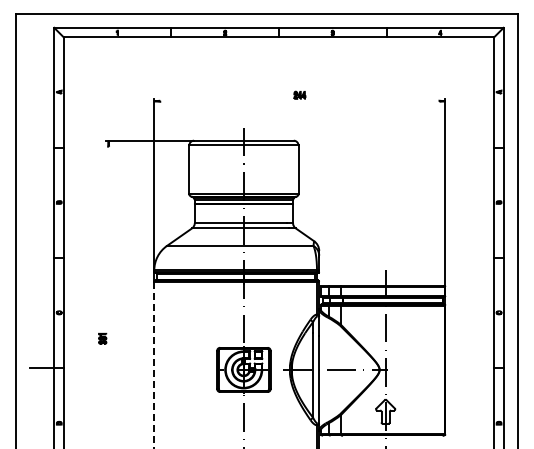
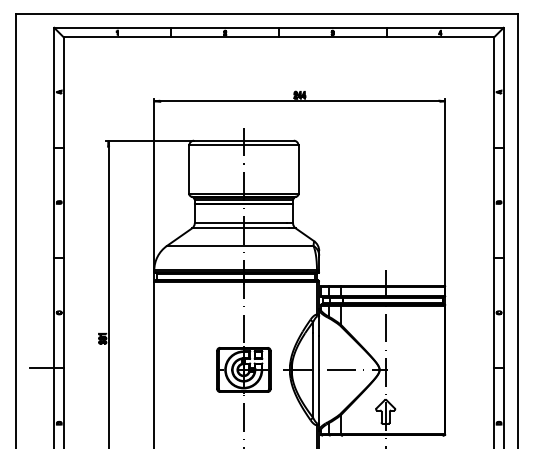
line at (299, 101): none -> present
line at (108, 295): none -> present
line at (154, 365): dashed -> solid
